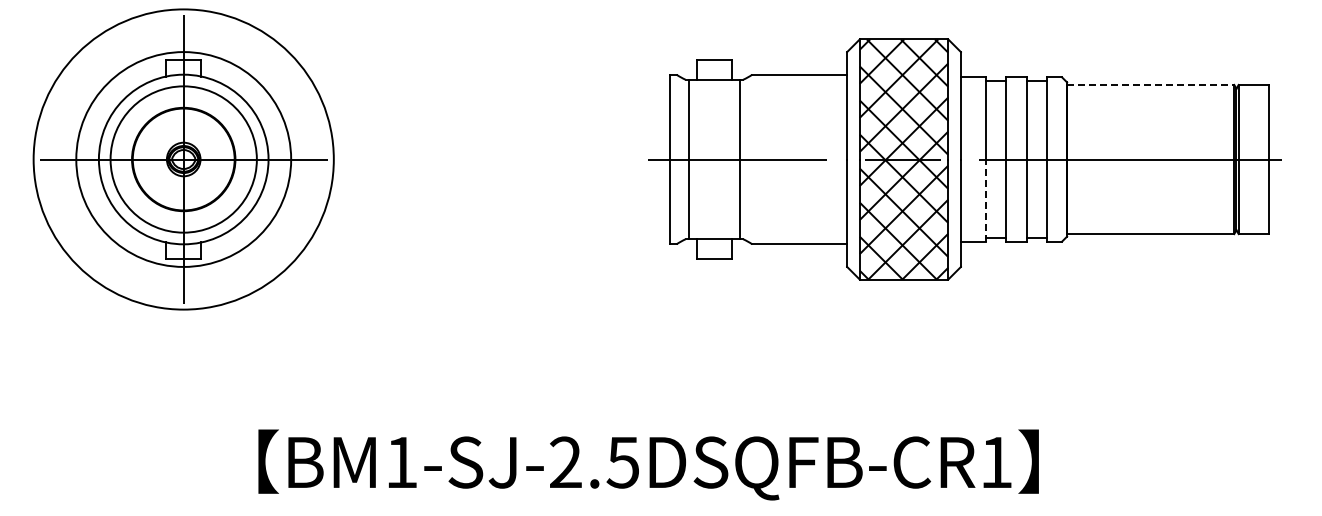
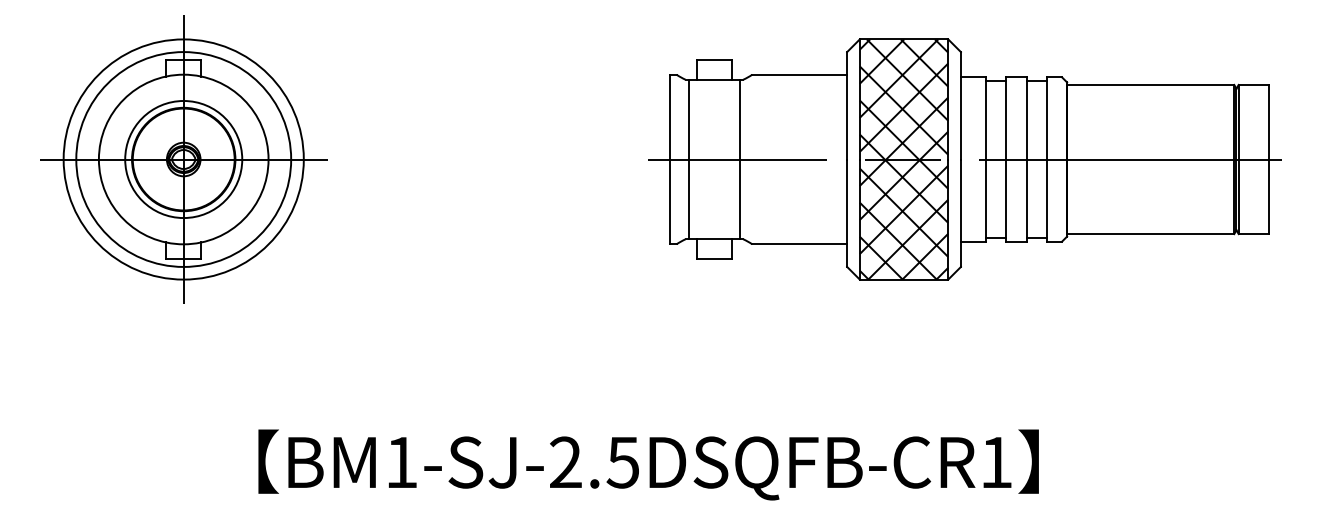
line at (1150, 84): dashed -> solid
circle at (183, 159) diameter: 146 px -> 117 px
circle at (183, 159) diameter: 300 px -> 240 px
line at (986, 200): dashed -> solid
